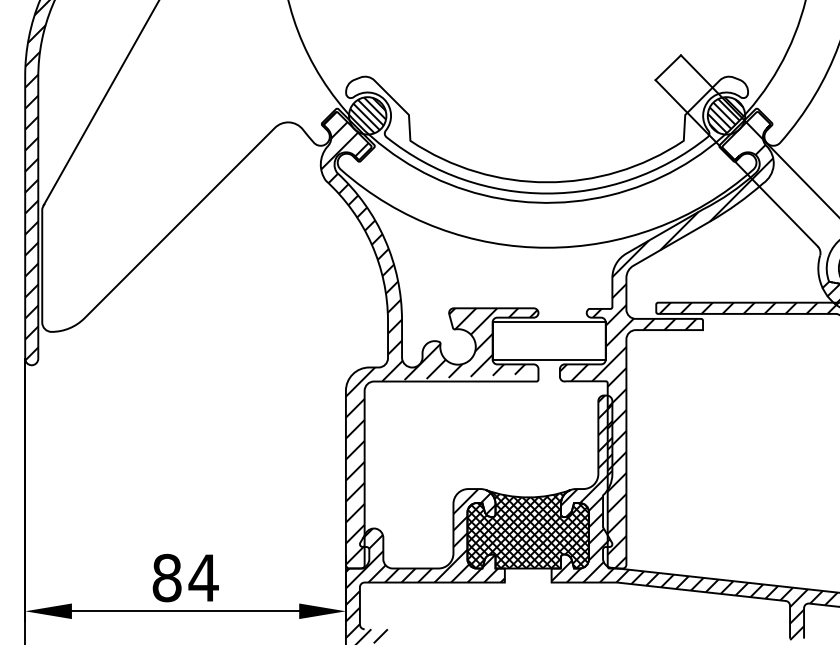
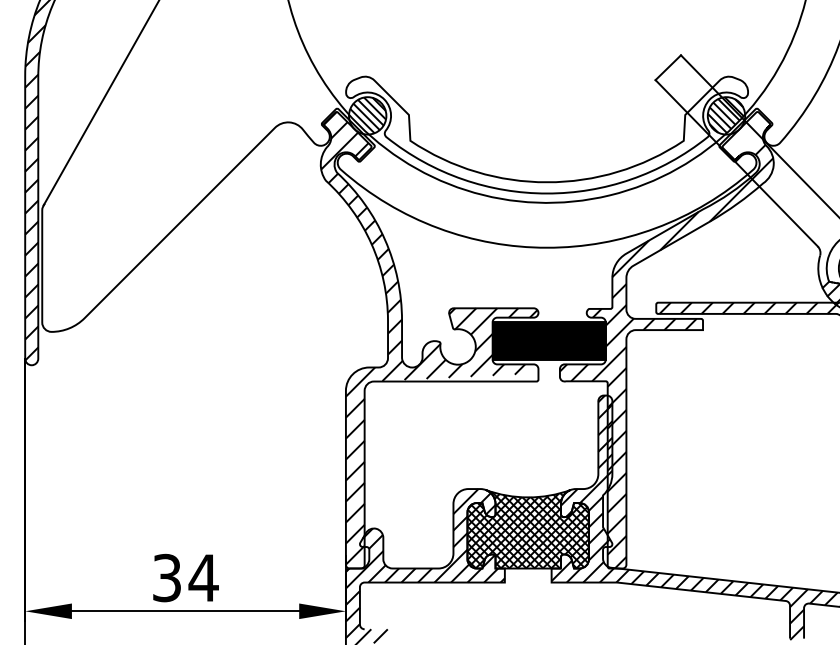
fill at (548, 340): none -> present
text at (166, 577): 84 -> 34
